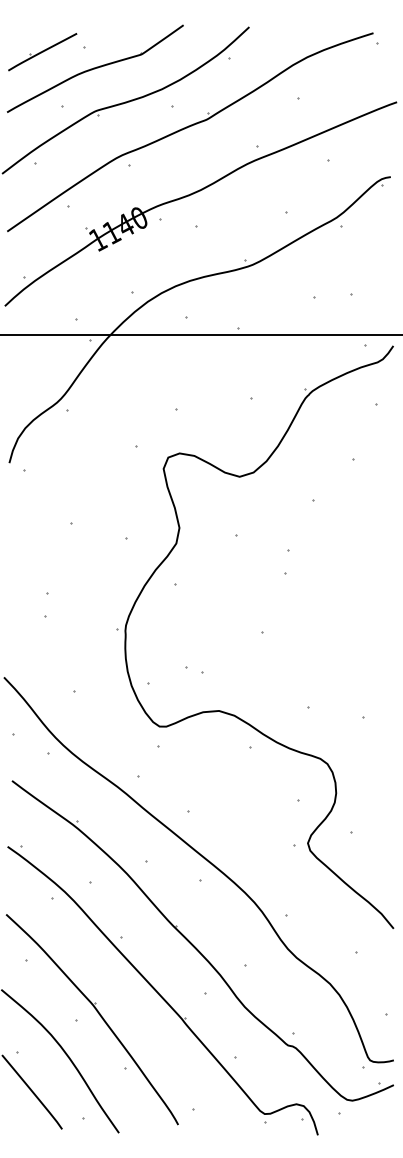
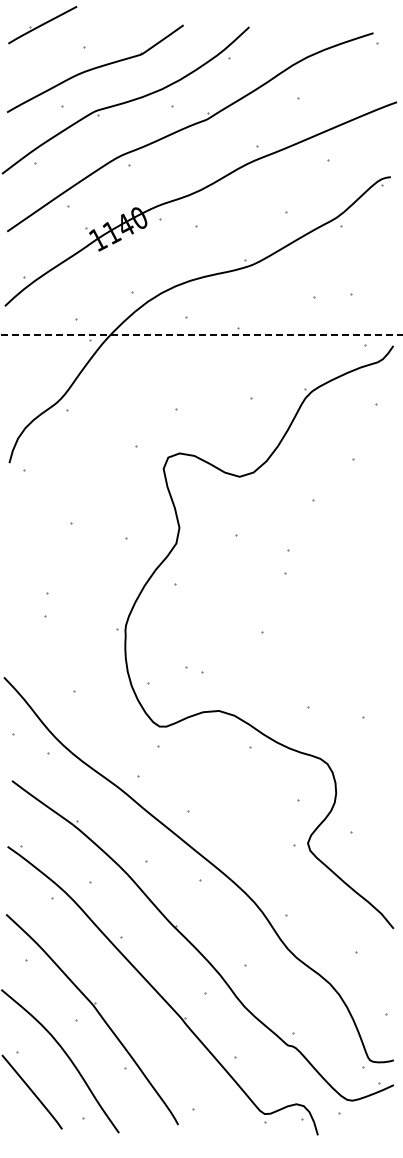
part at (42, 52) position: (42, 52) -> (42, 25)
line at (201, 334): solid -> dashed
